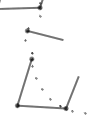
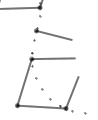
part at (43, 34) position: (43, 34) -> (52, 34)
line at (53, 58): none -> present
